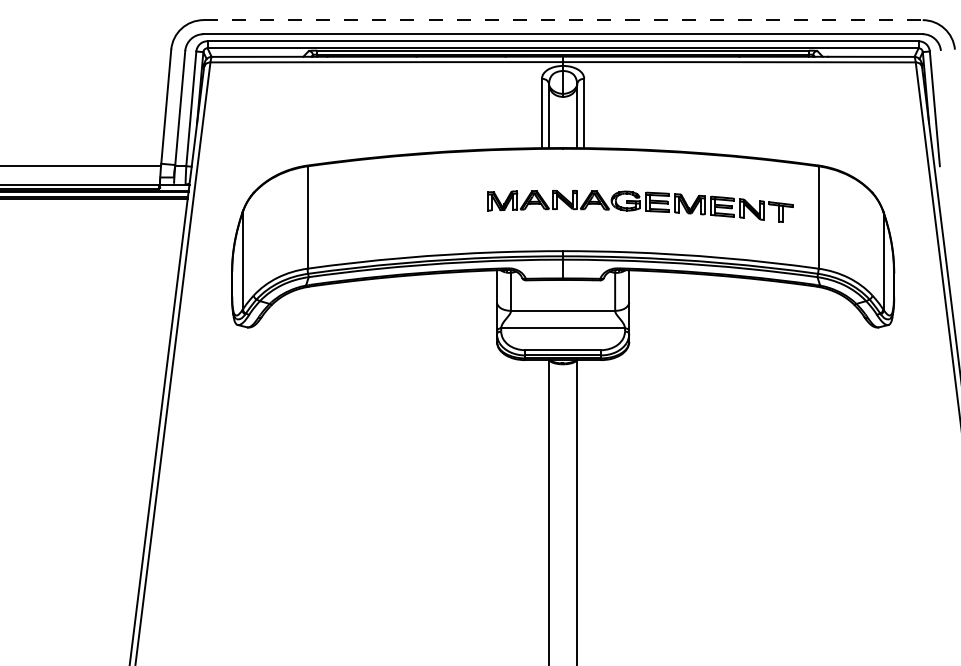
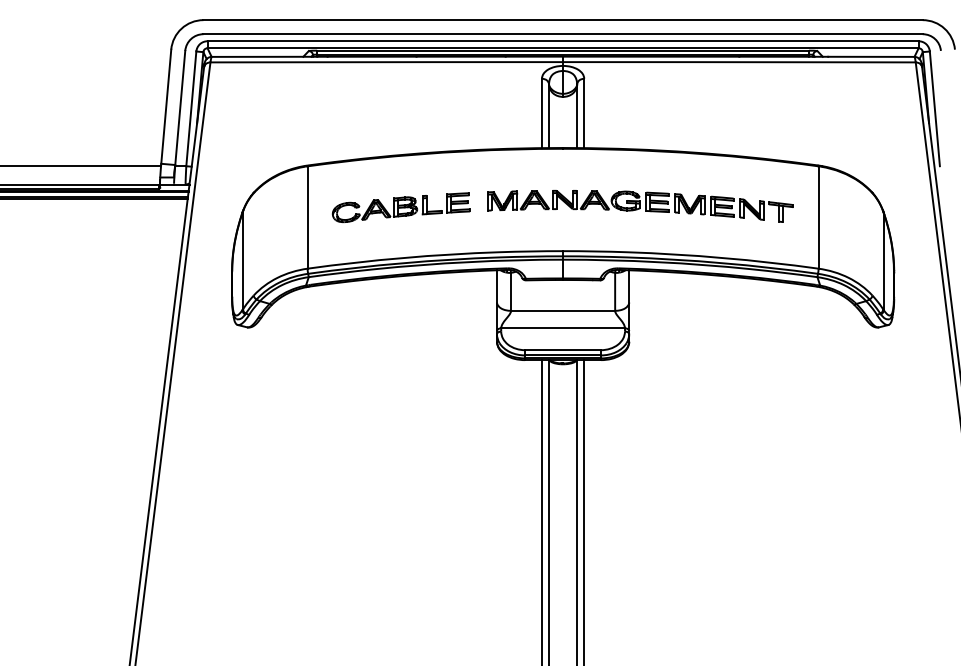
line at (563, 20): dashed -> solid
part at (400, 207): none -> present
line at (541, 511): none -> present
line at (584, 511): none -> present
